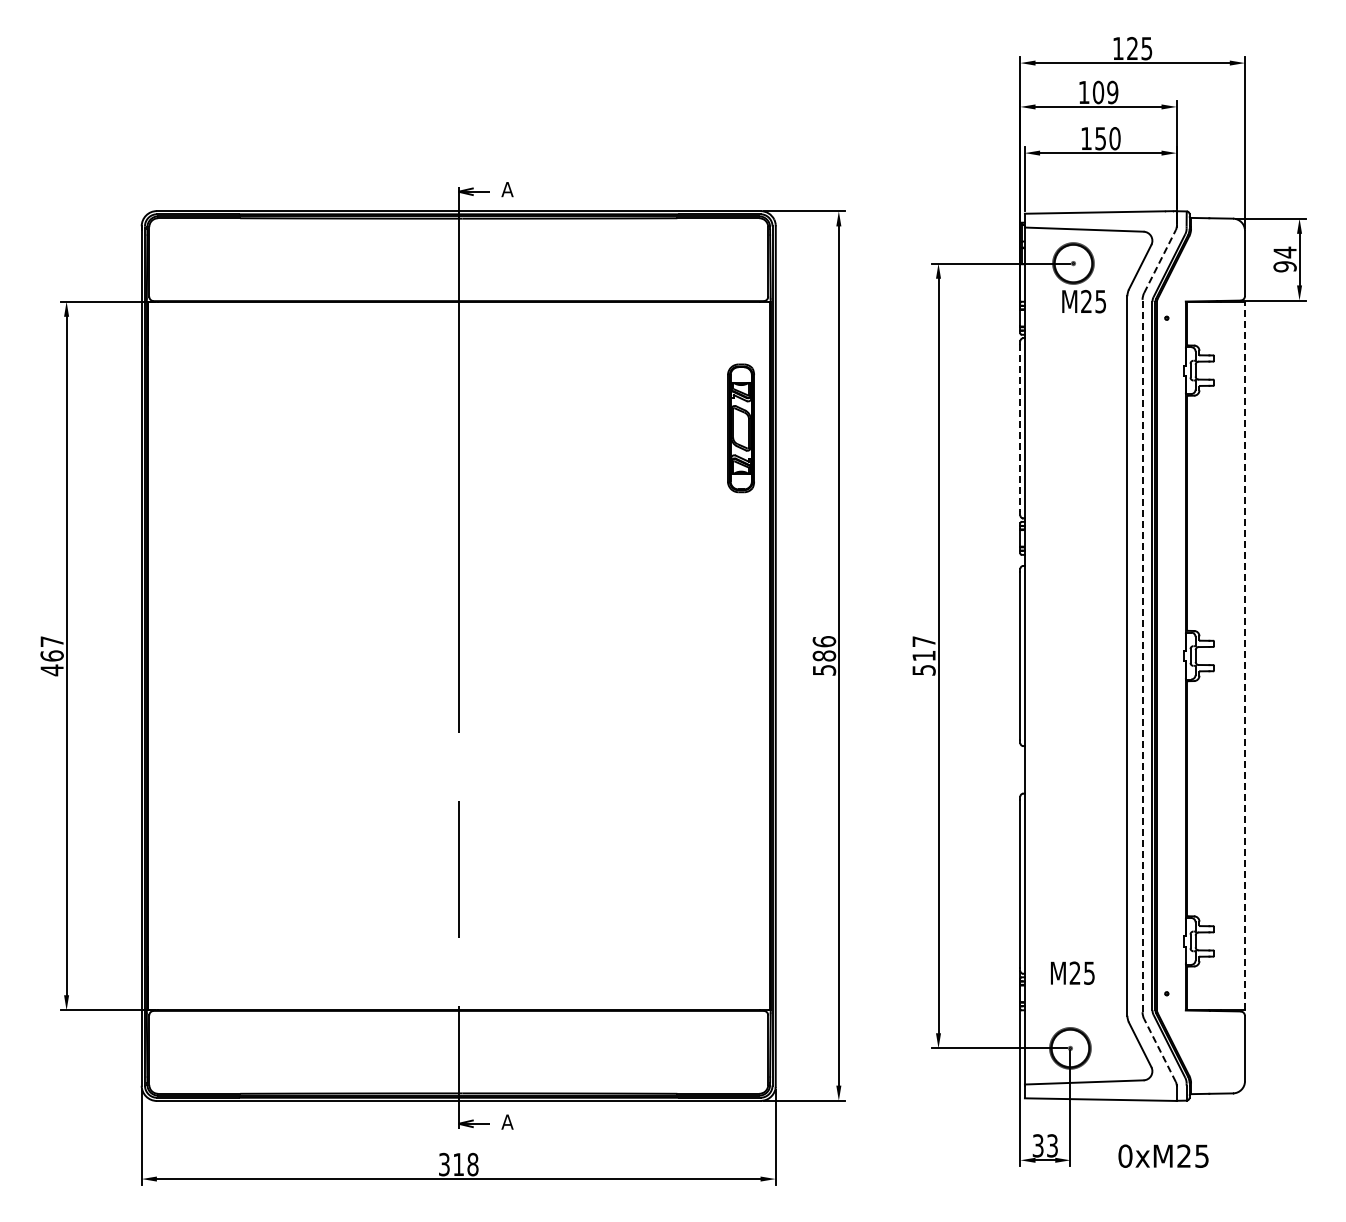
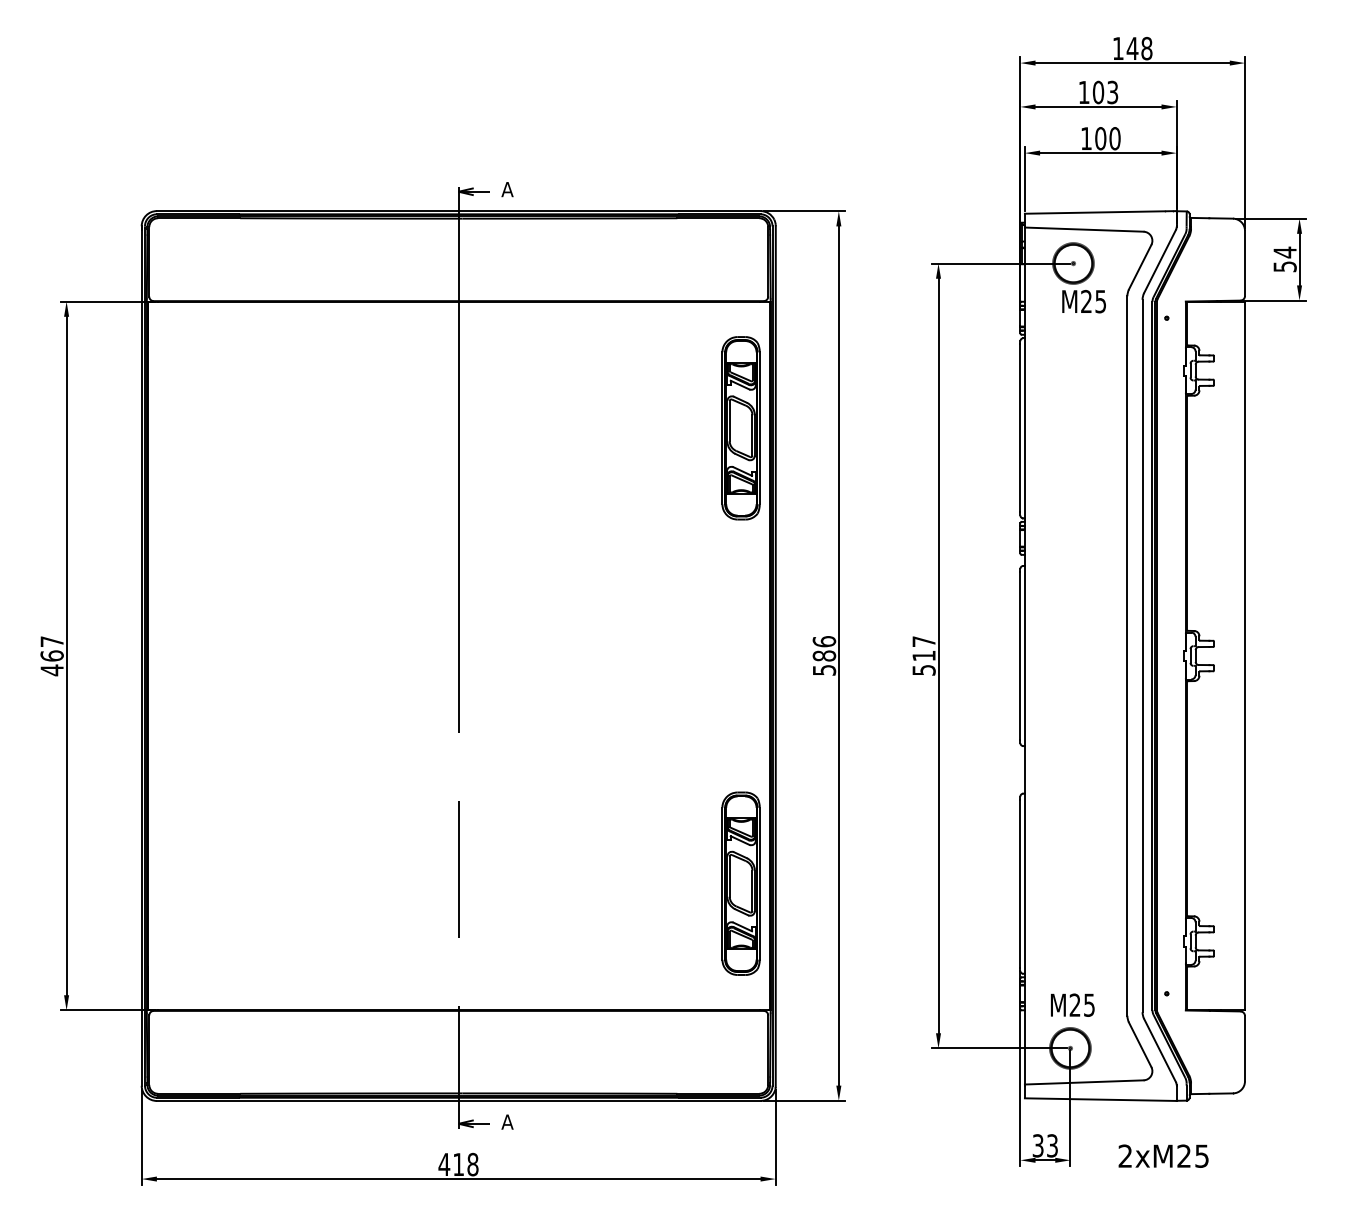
text at (1139, 48): 125 -> 148
text at (1112, 92): 109 -> 103
text at (1100, 138): 150 -> 100
line at (1160, 261): dashed -> solid
text at (1284, 266): 94 -> 54
part at (740, 428) size: 28x131 px -> 40x185 px
line at (1020, 428): dashed -> solid
line at (1142, 655): dashed -> solid
line at (1245, 655): dashed -> solid
part at (740, 883): none -> present
text at (1072, 972) position: (1072, 972) -> (1072, 1004)
line at (1159, 1050): dashed -> solid
text at (1125, 1155): 0xM25 -> 2xM25
text at (444, 1164): 318 -> 418
